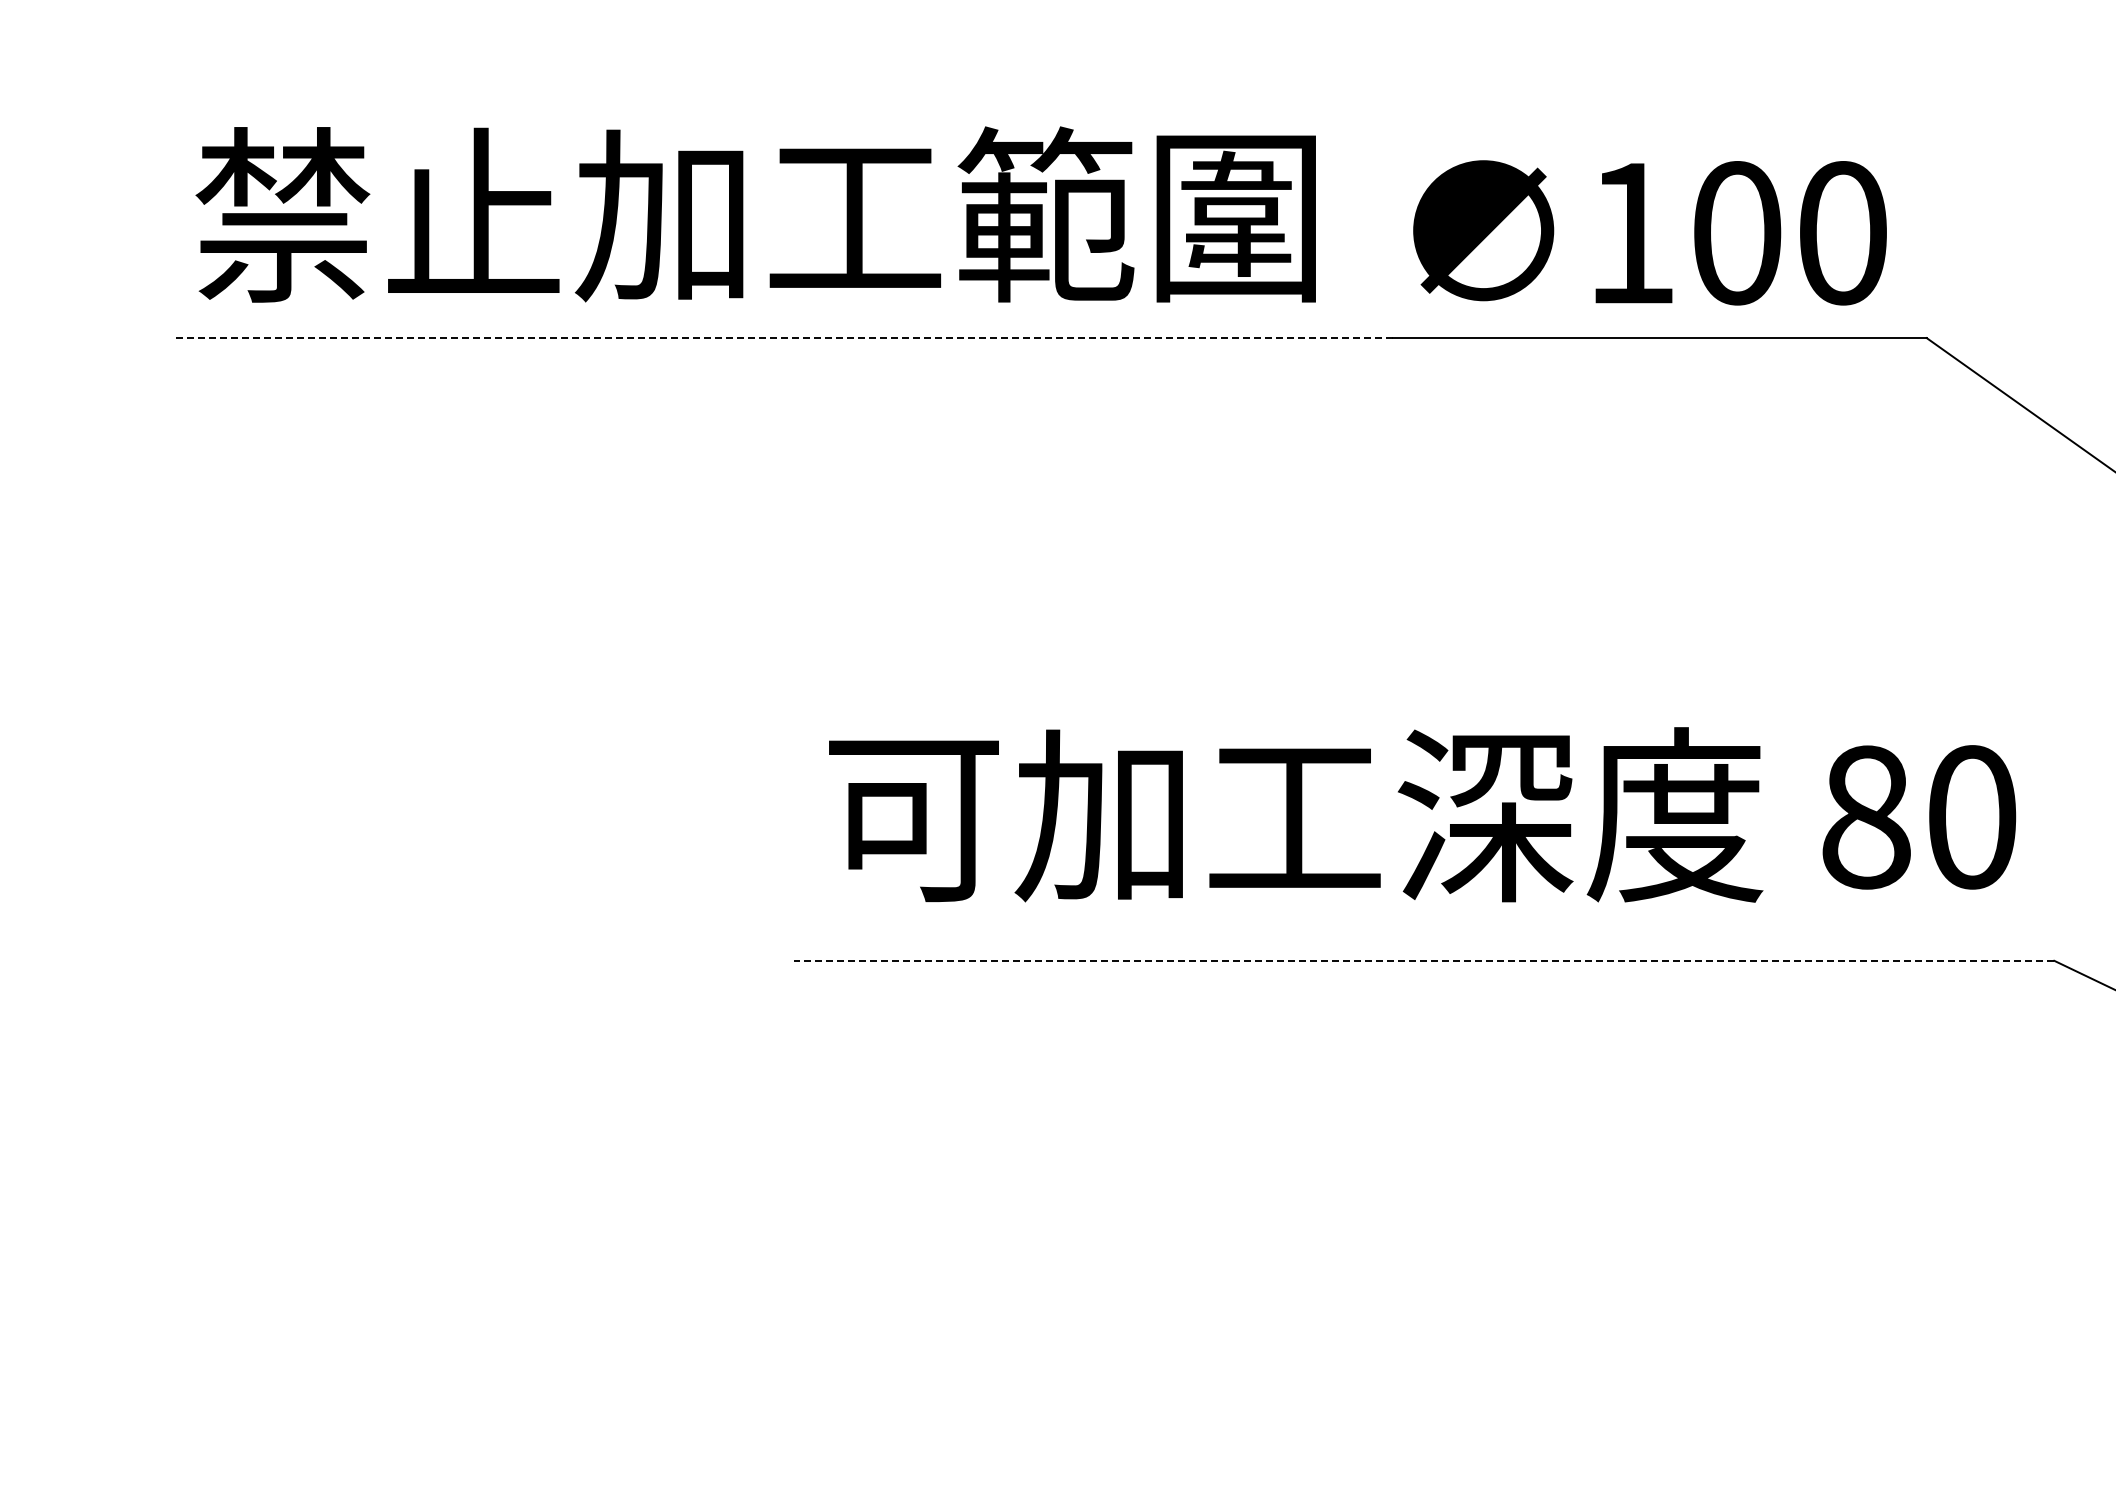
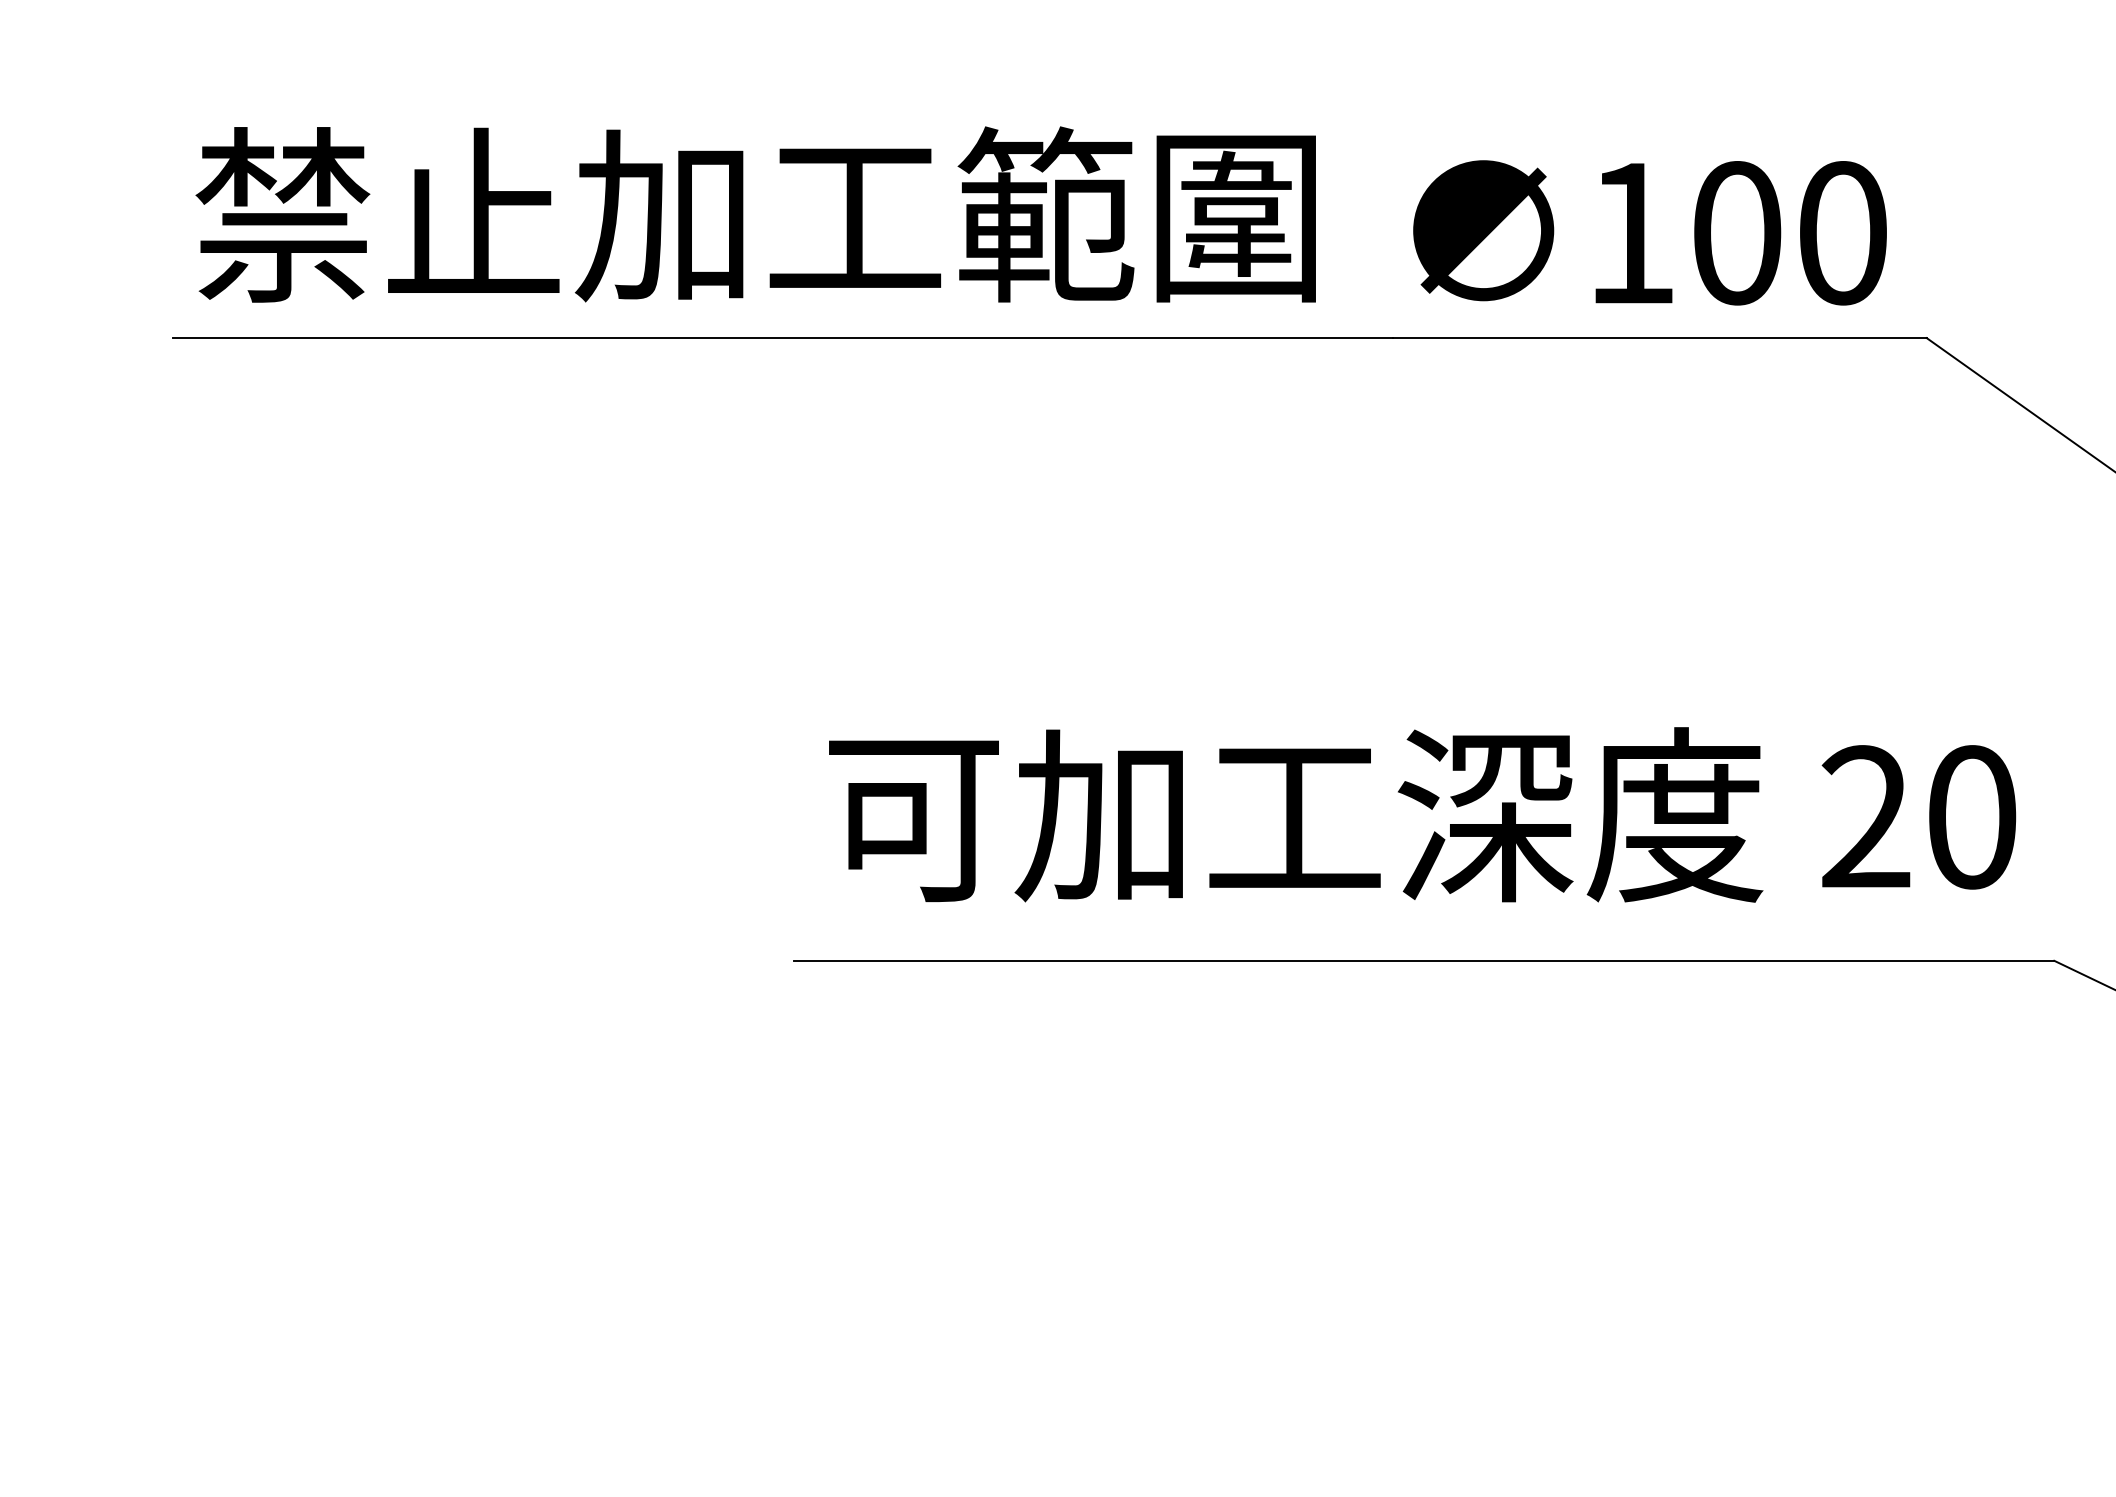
line at (783, 338): dashed -> solid
text at (1865, 817): 80 -> 20
line at (1423, 960): dashed -> solid
